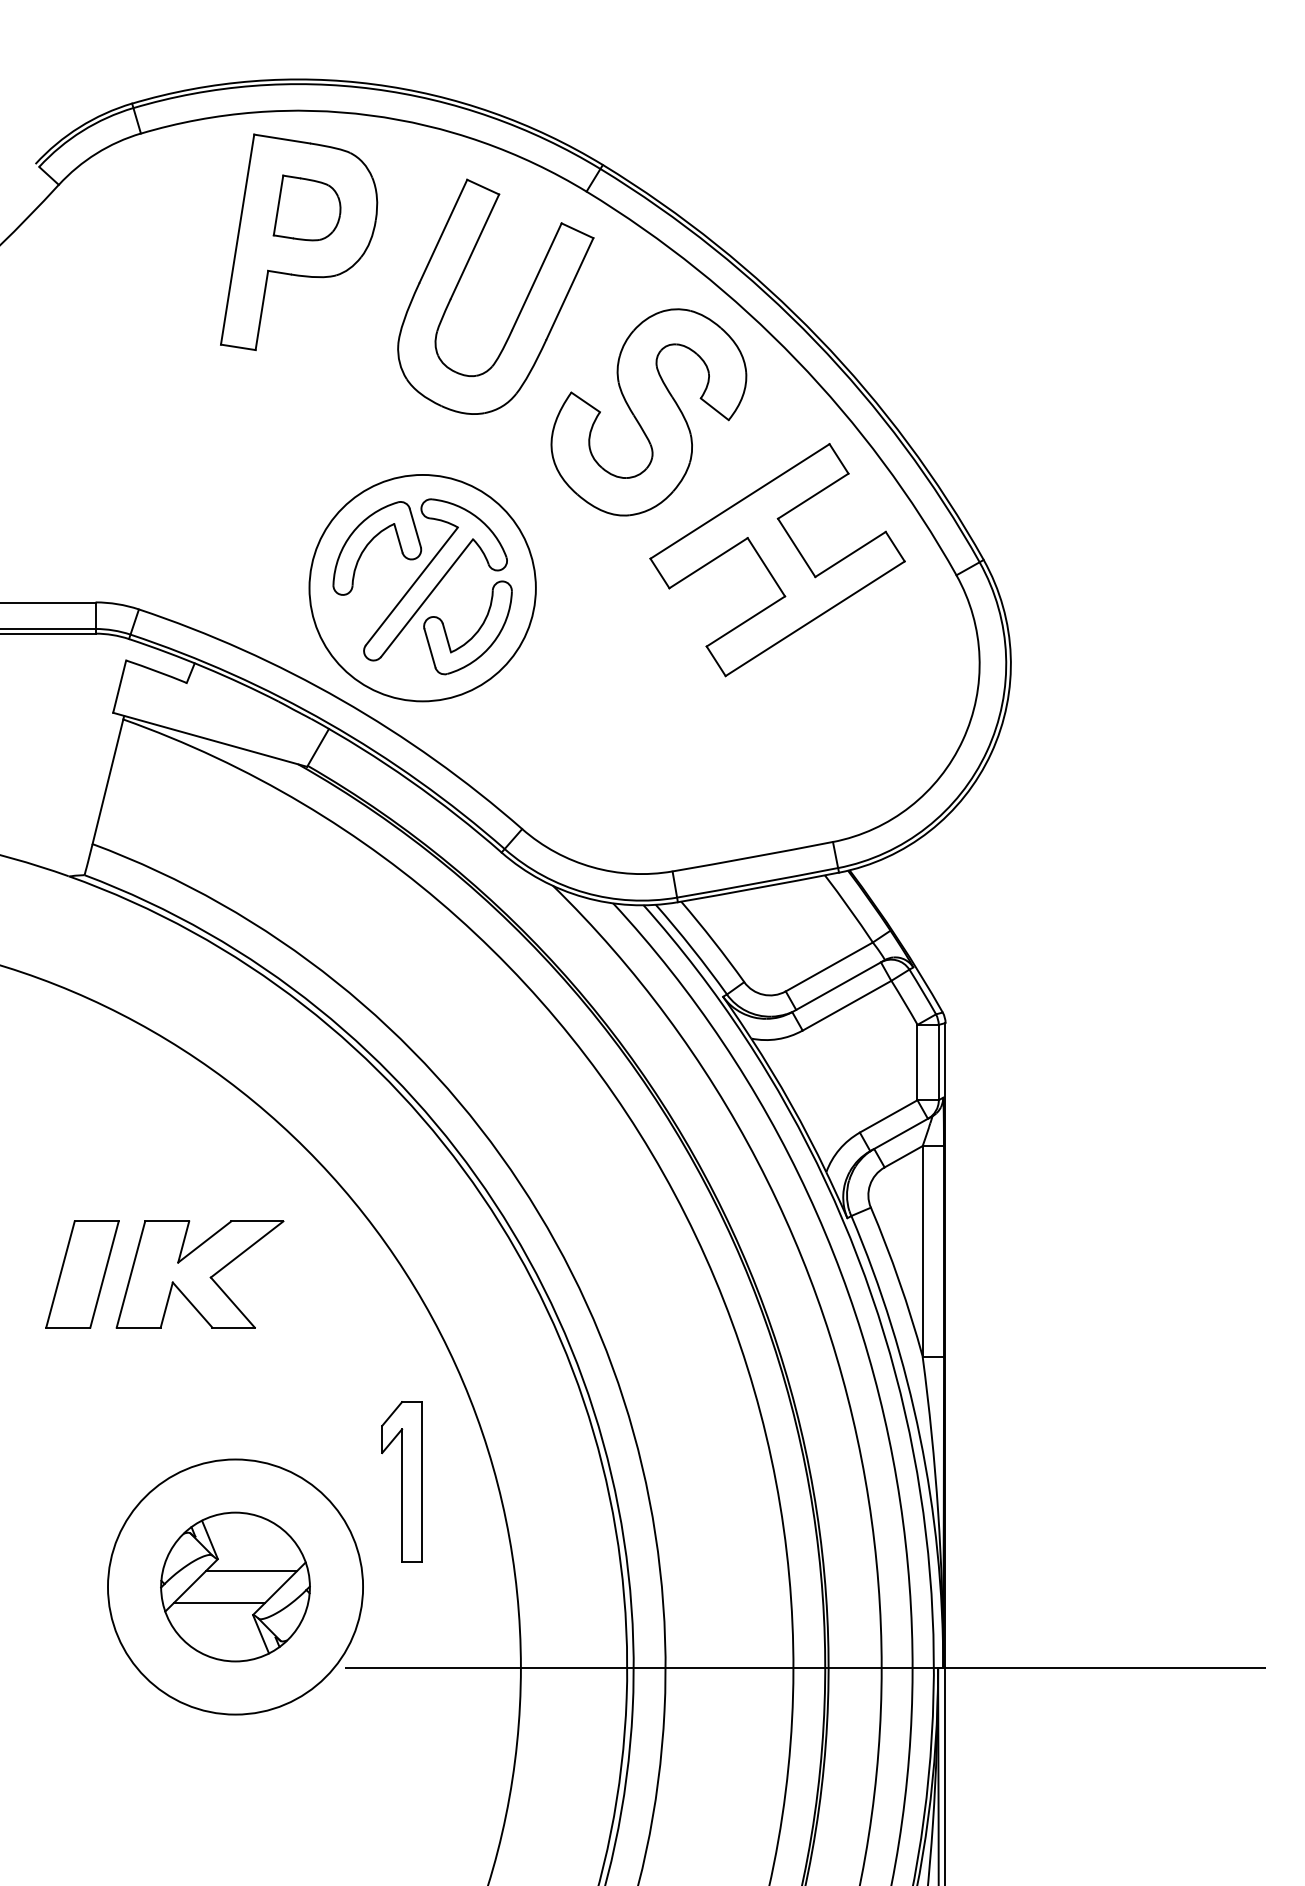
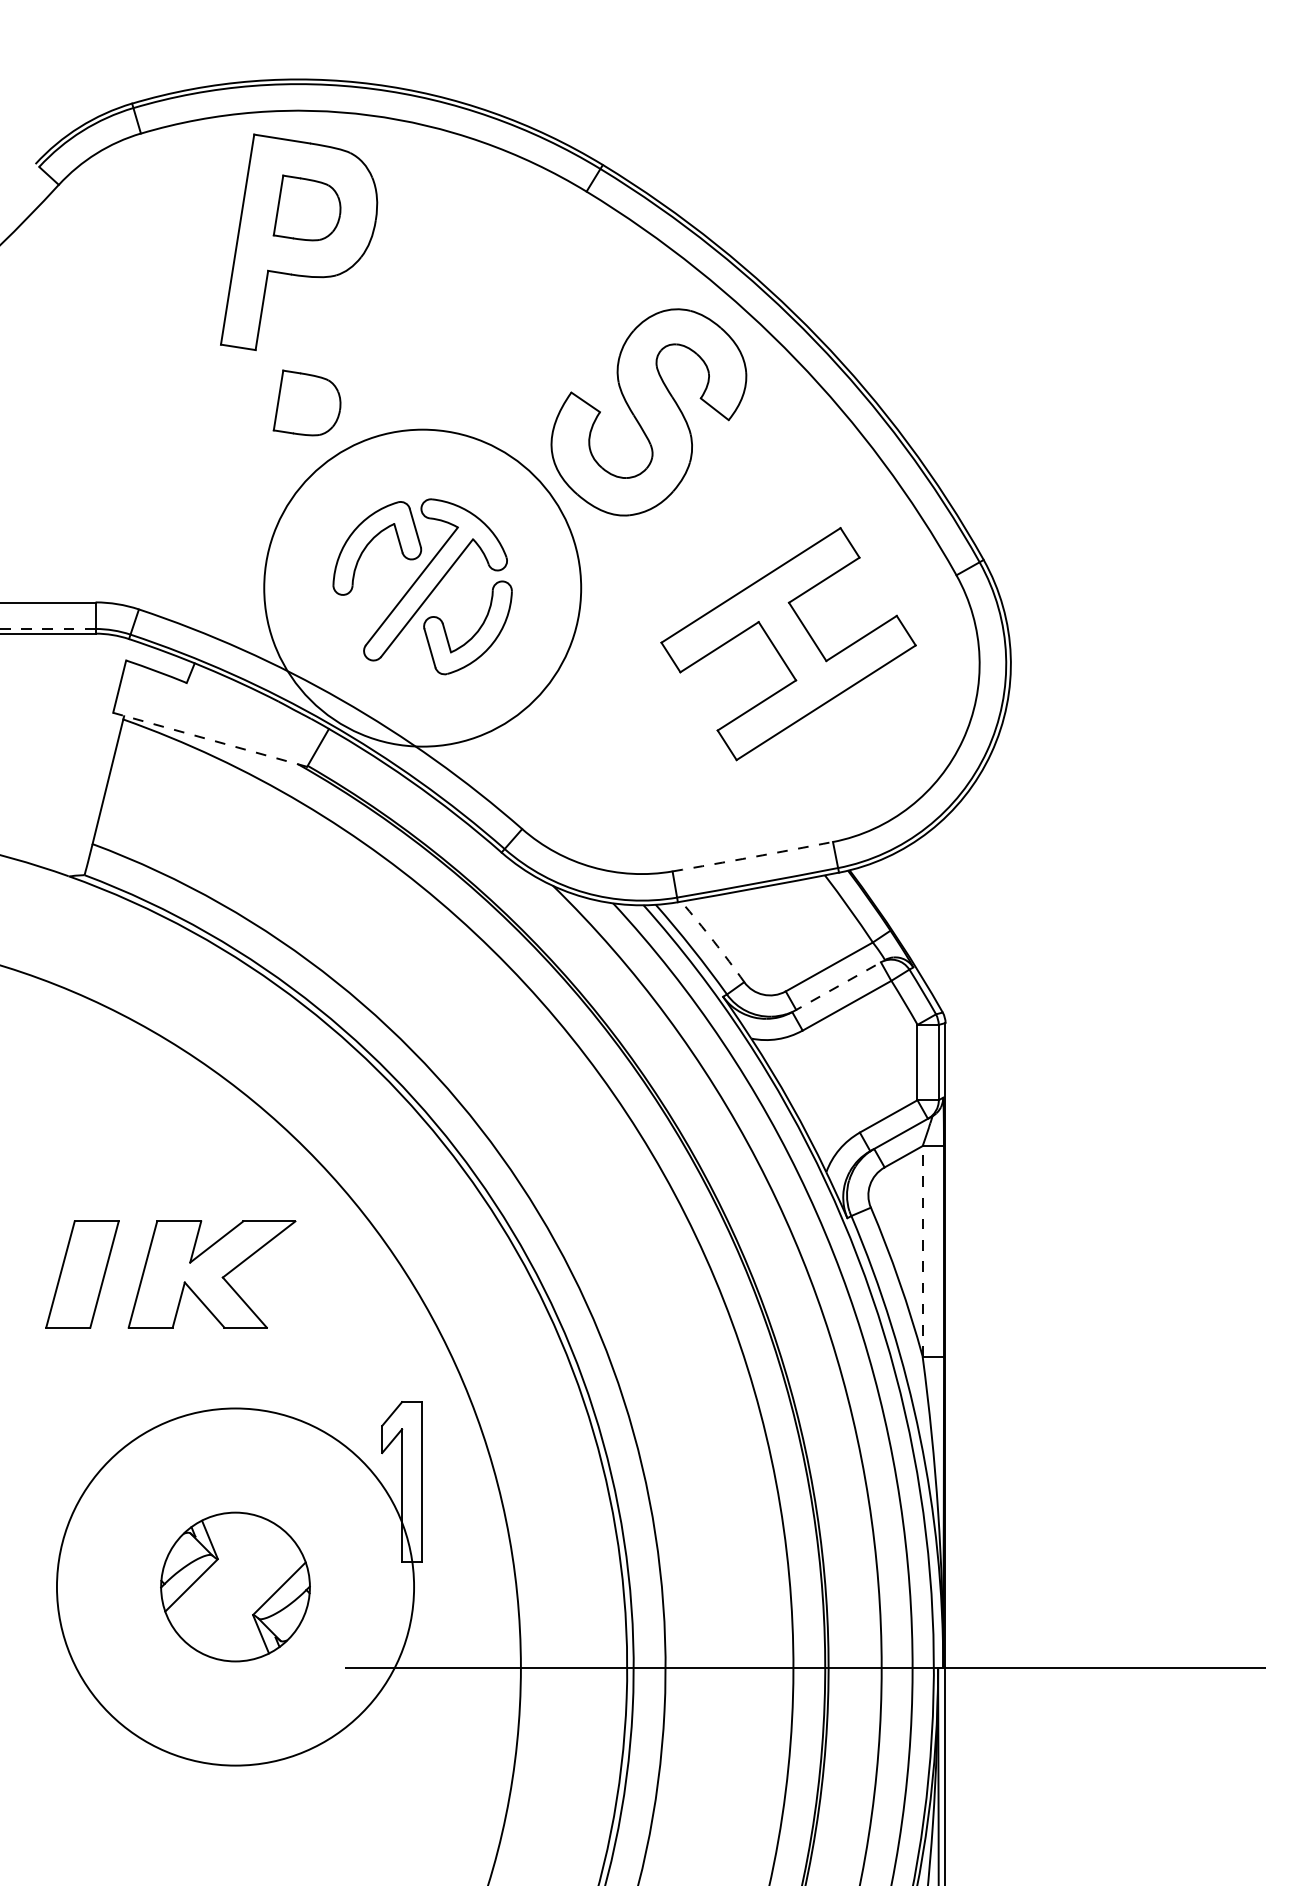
part at (520, 309): present -> none
part at (306, 402): none -> present
part at (777, 560) position: (777, 560) -> (788, 644)
circle at (422, 587) diameter: 226 px -> 317 px
line at (47, 628): solid -> dashed
line at (210, 739): solid -> dashed
arc at (752, 857): solid -> dashed
arc at (713, 941): solid -> dashed
line at (839, 985): solid -> dashed
line at (922, 1251): solid -> dashed
part at (199, 1274) position: (199, 1274) -> (211, 1274)
line at (251, 1571): present -> none
circle at (235, 1586) diameter: 255 px -> 357 px
line at (219, 1603): present -> none
